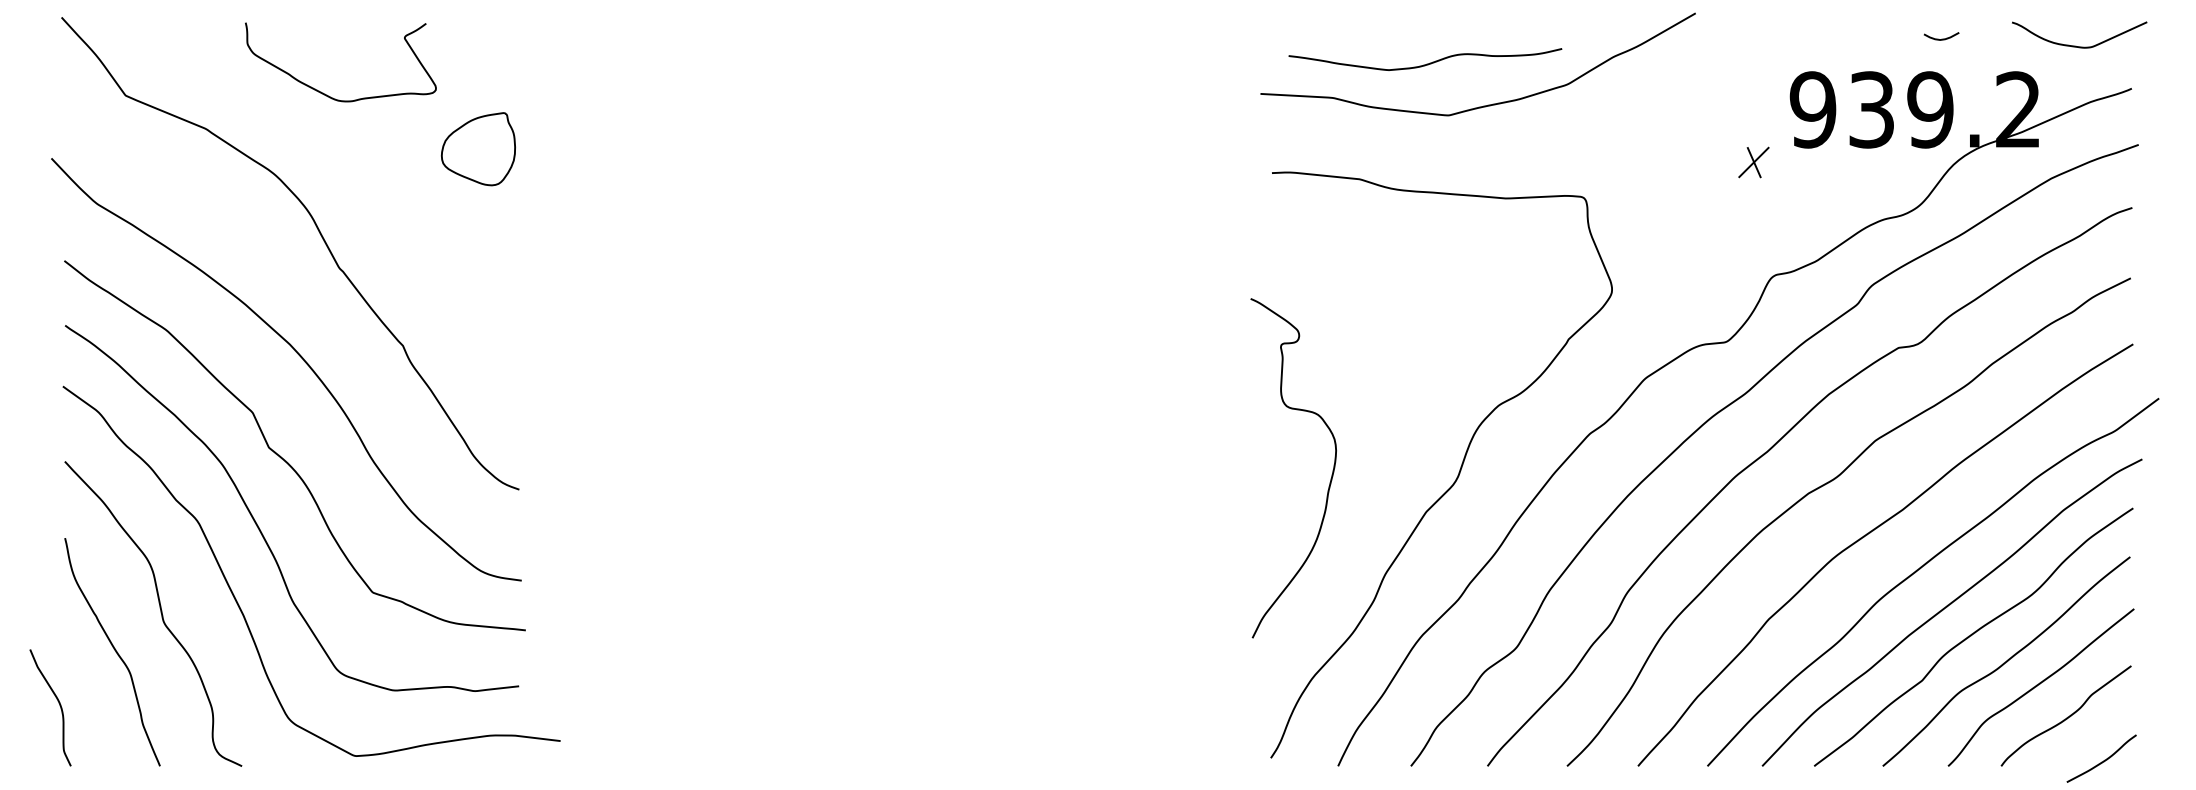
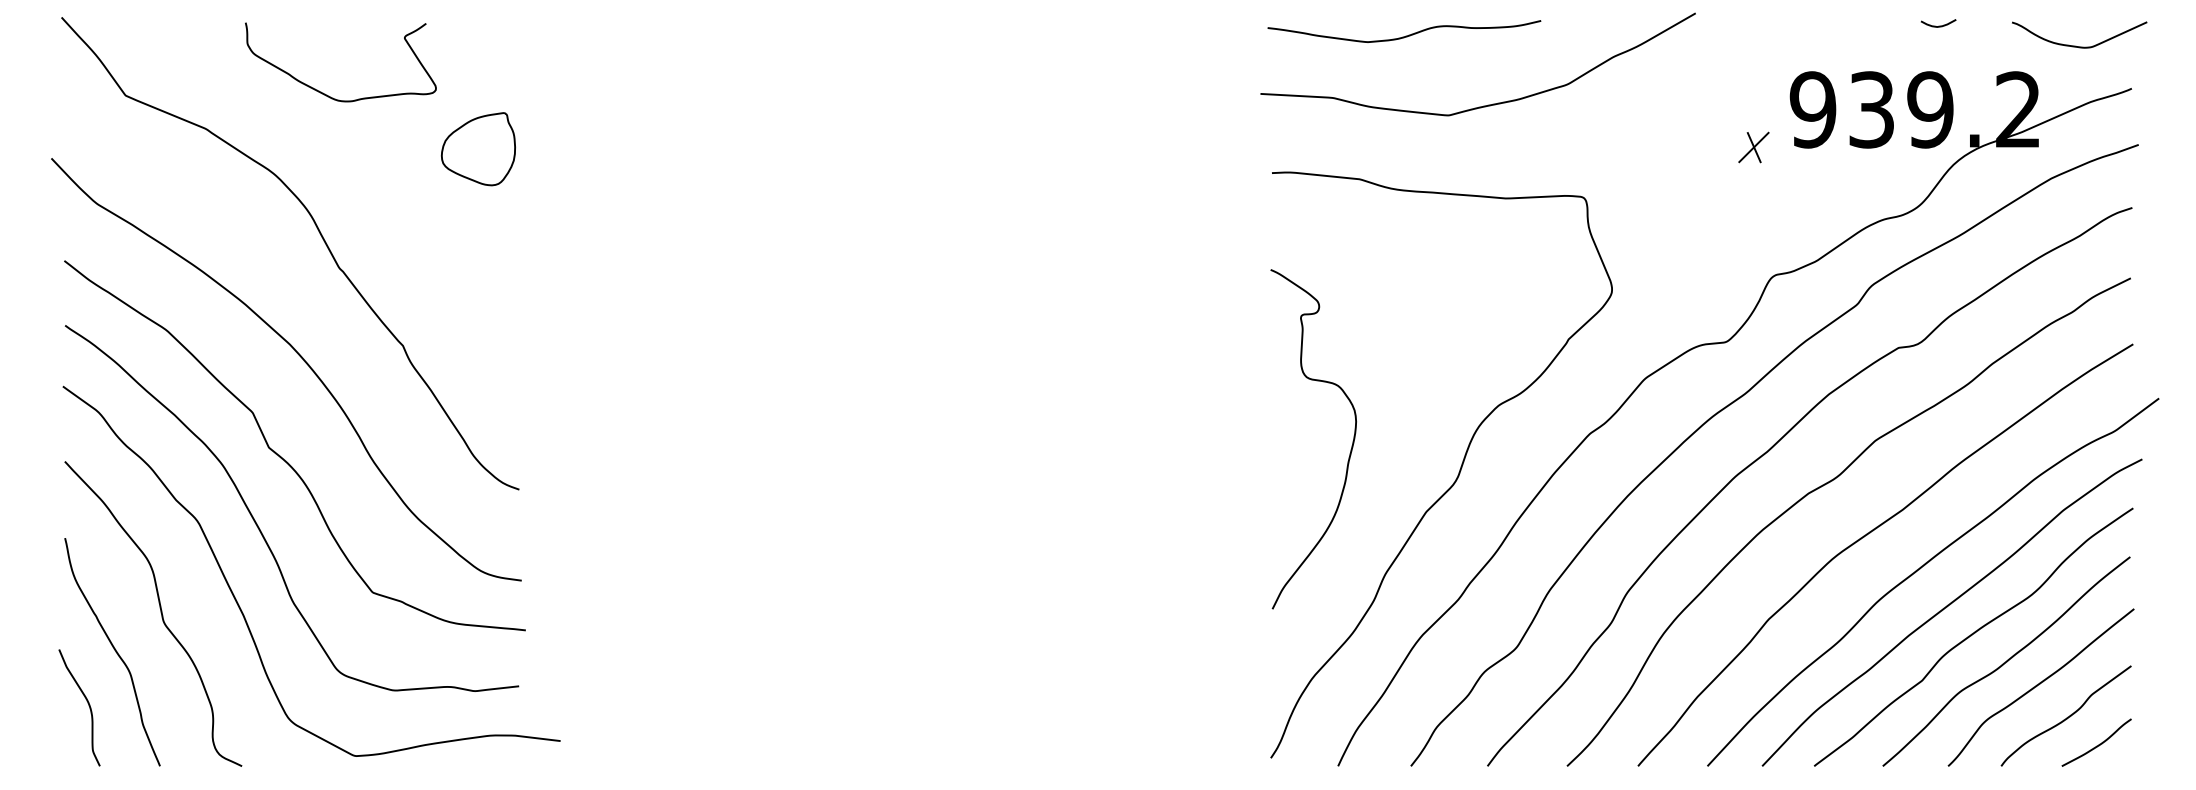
curve at (1941, 38) position: (1941, 38) -> (1938, 25)
curve at (1426, 63) position: (1426, 63) -> (1405, 35)
part at (1753, 162) position: (1753, 162) -> (1753, 147)
curve at (1330, 478) position: (1330, 478) -> (1350, 449)
curve at (58, 703) position: (58, 703) -> (87, 703)
curve at (2103, 760) position: (2103, 760) -> (2098, 744)
